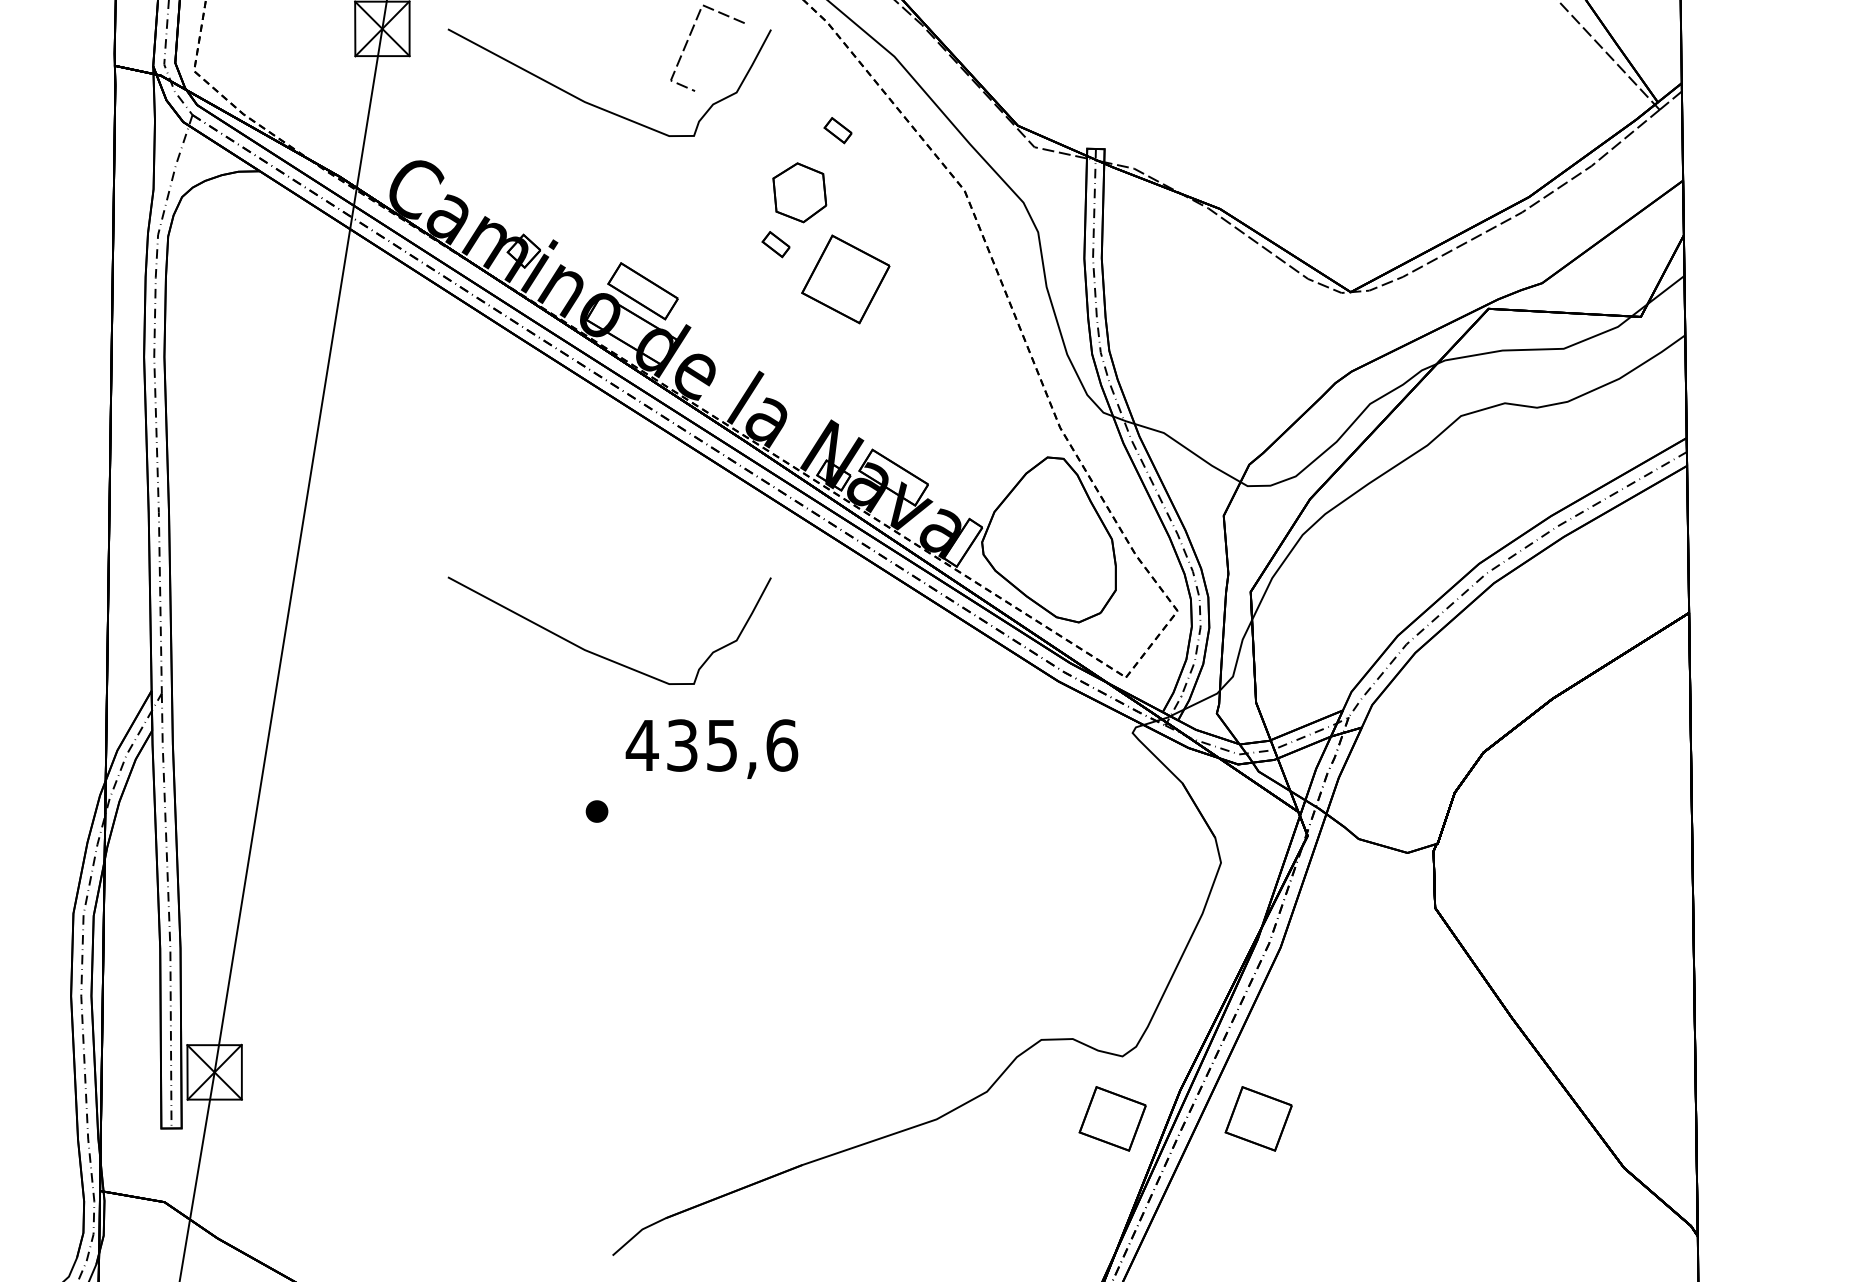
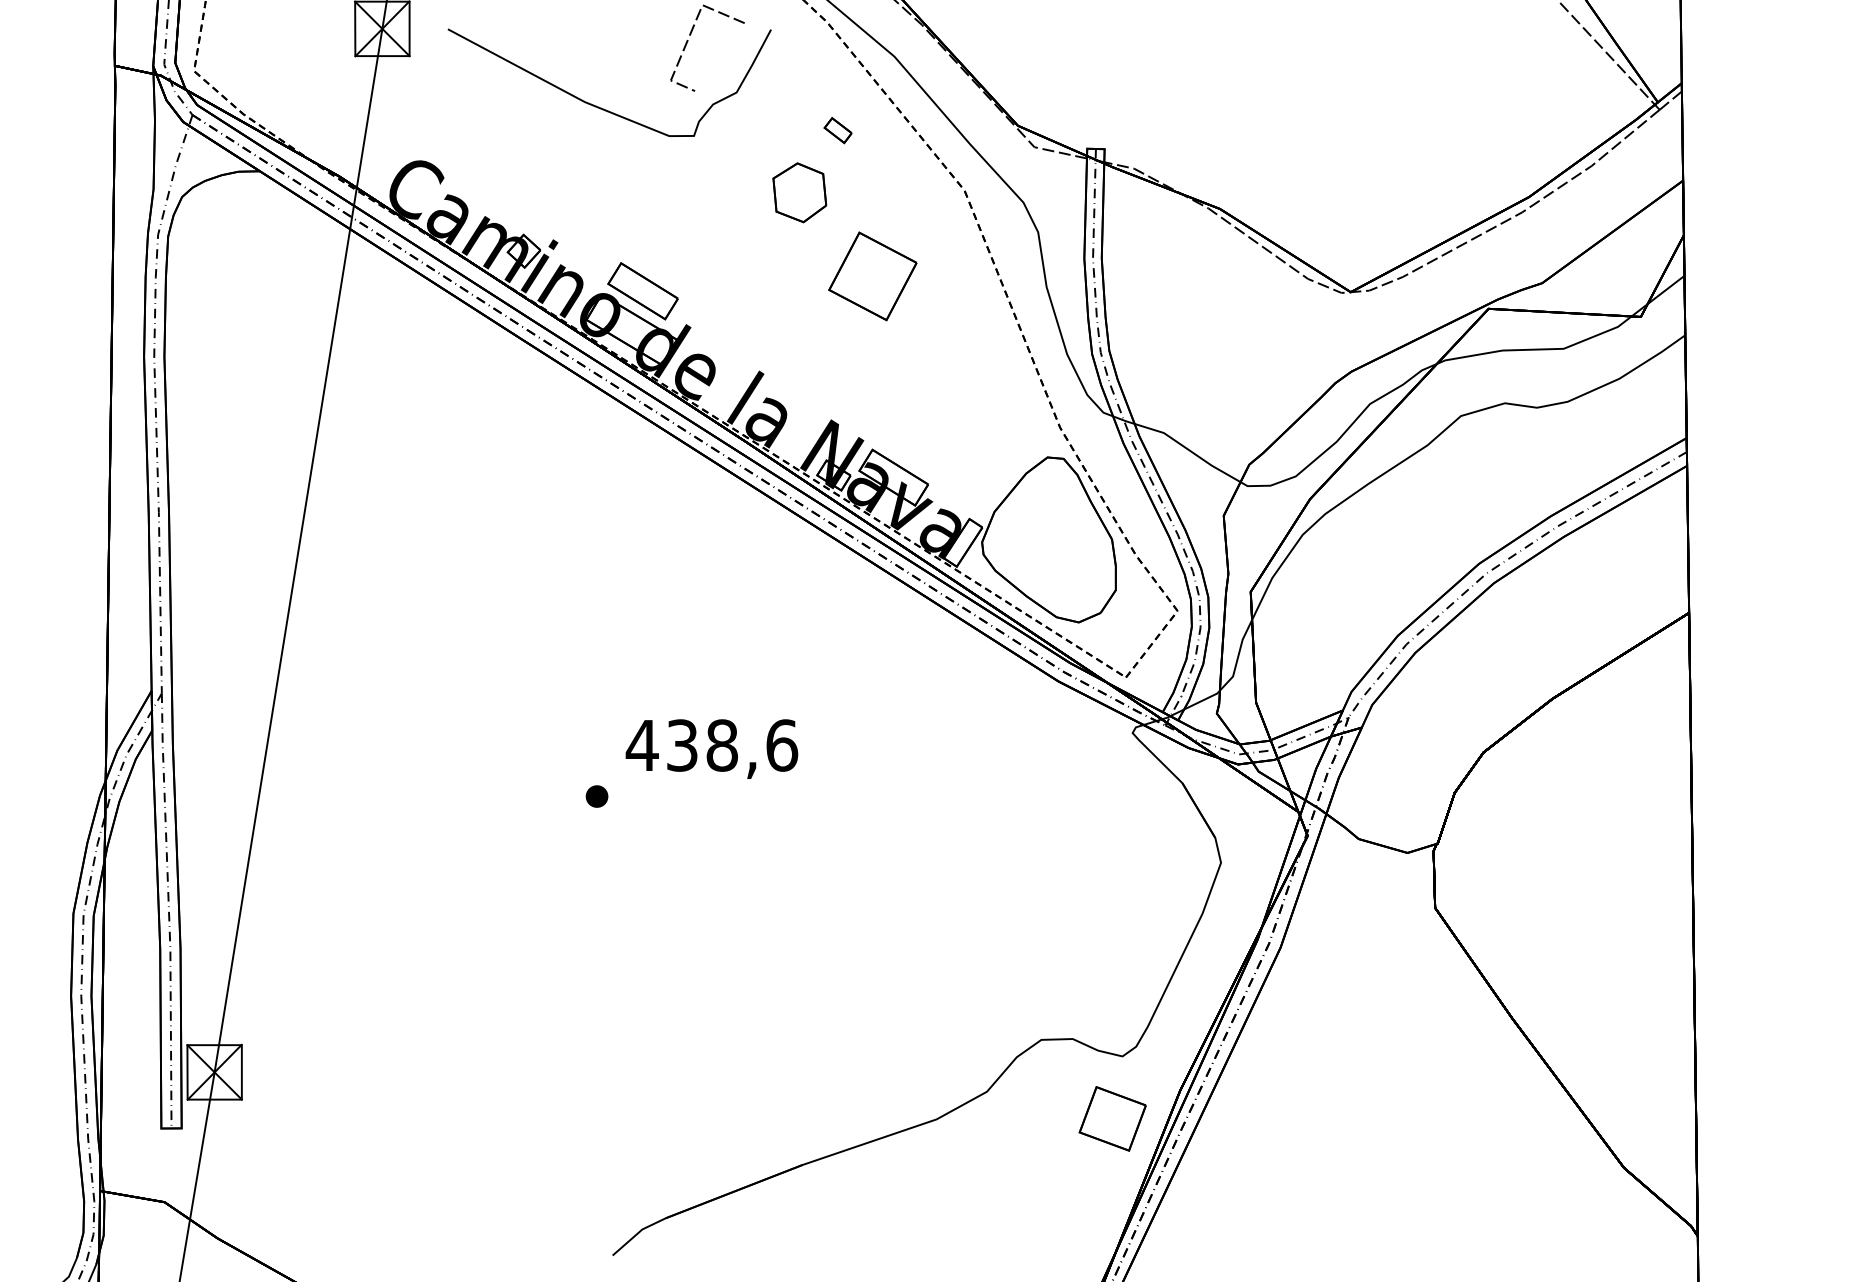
part at (775, 244): present -> none
part at (845, 279) position: (845, 279) -> (872, 276)
curve at (601, 655): present -> none
text at (721, 745): 435,6 -> 438,6
part at (596, 811) position: (596, 811) -> (596, 796)
part at (1258, 1118): present -> none
